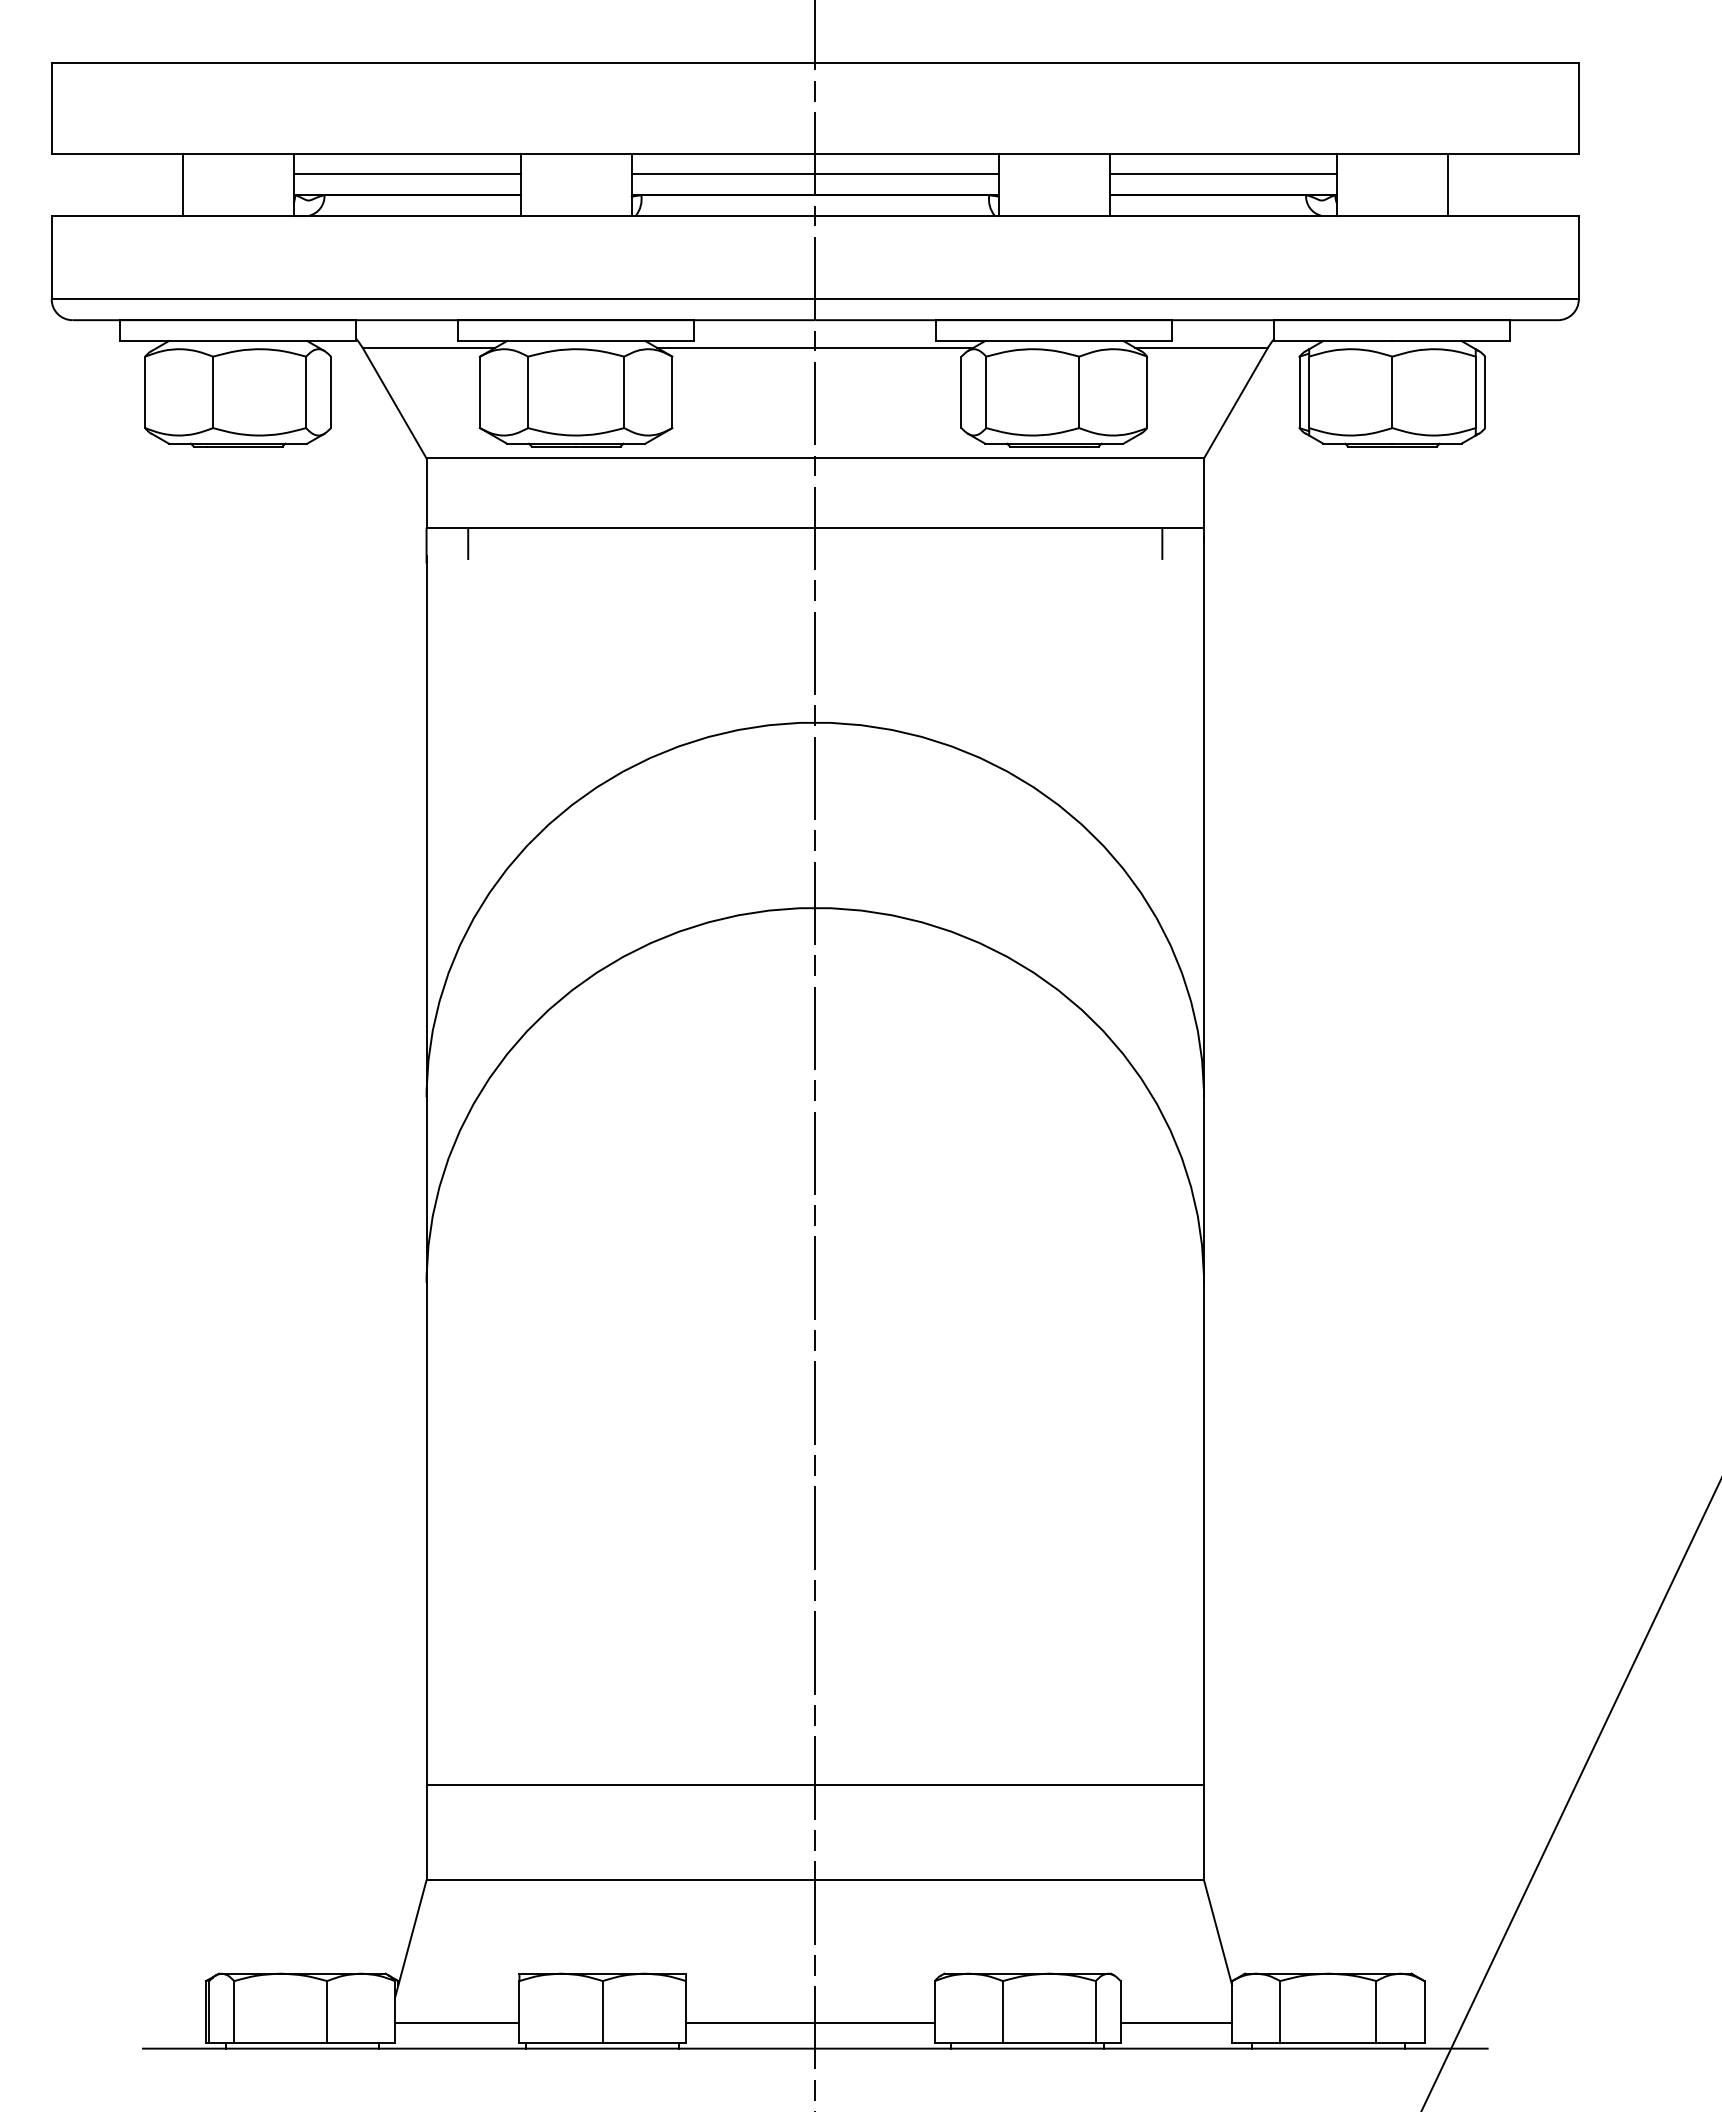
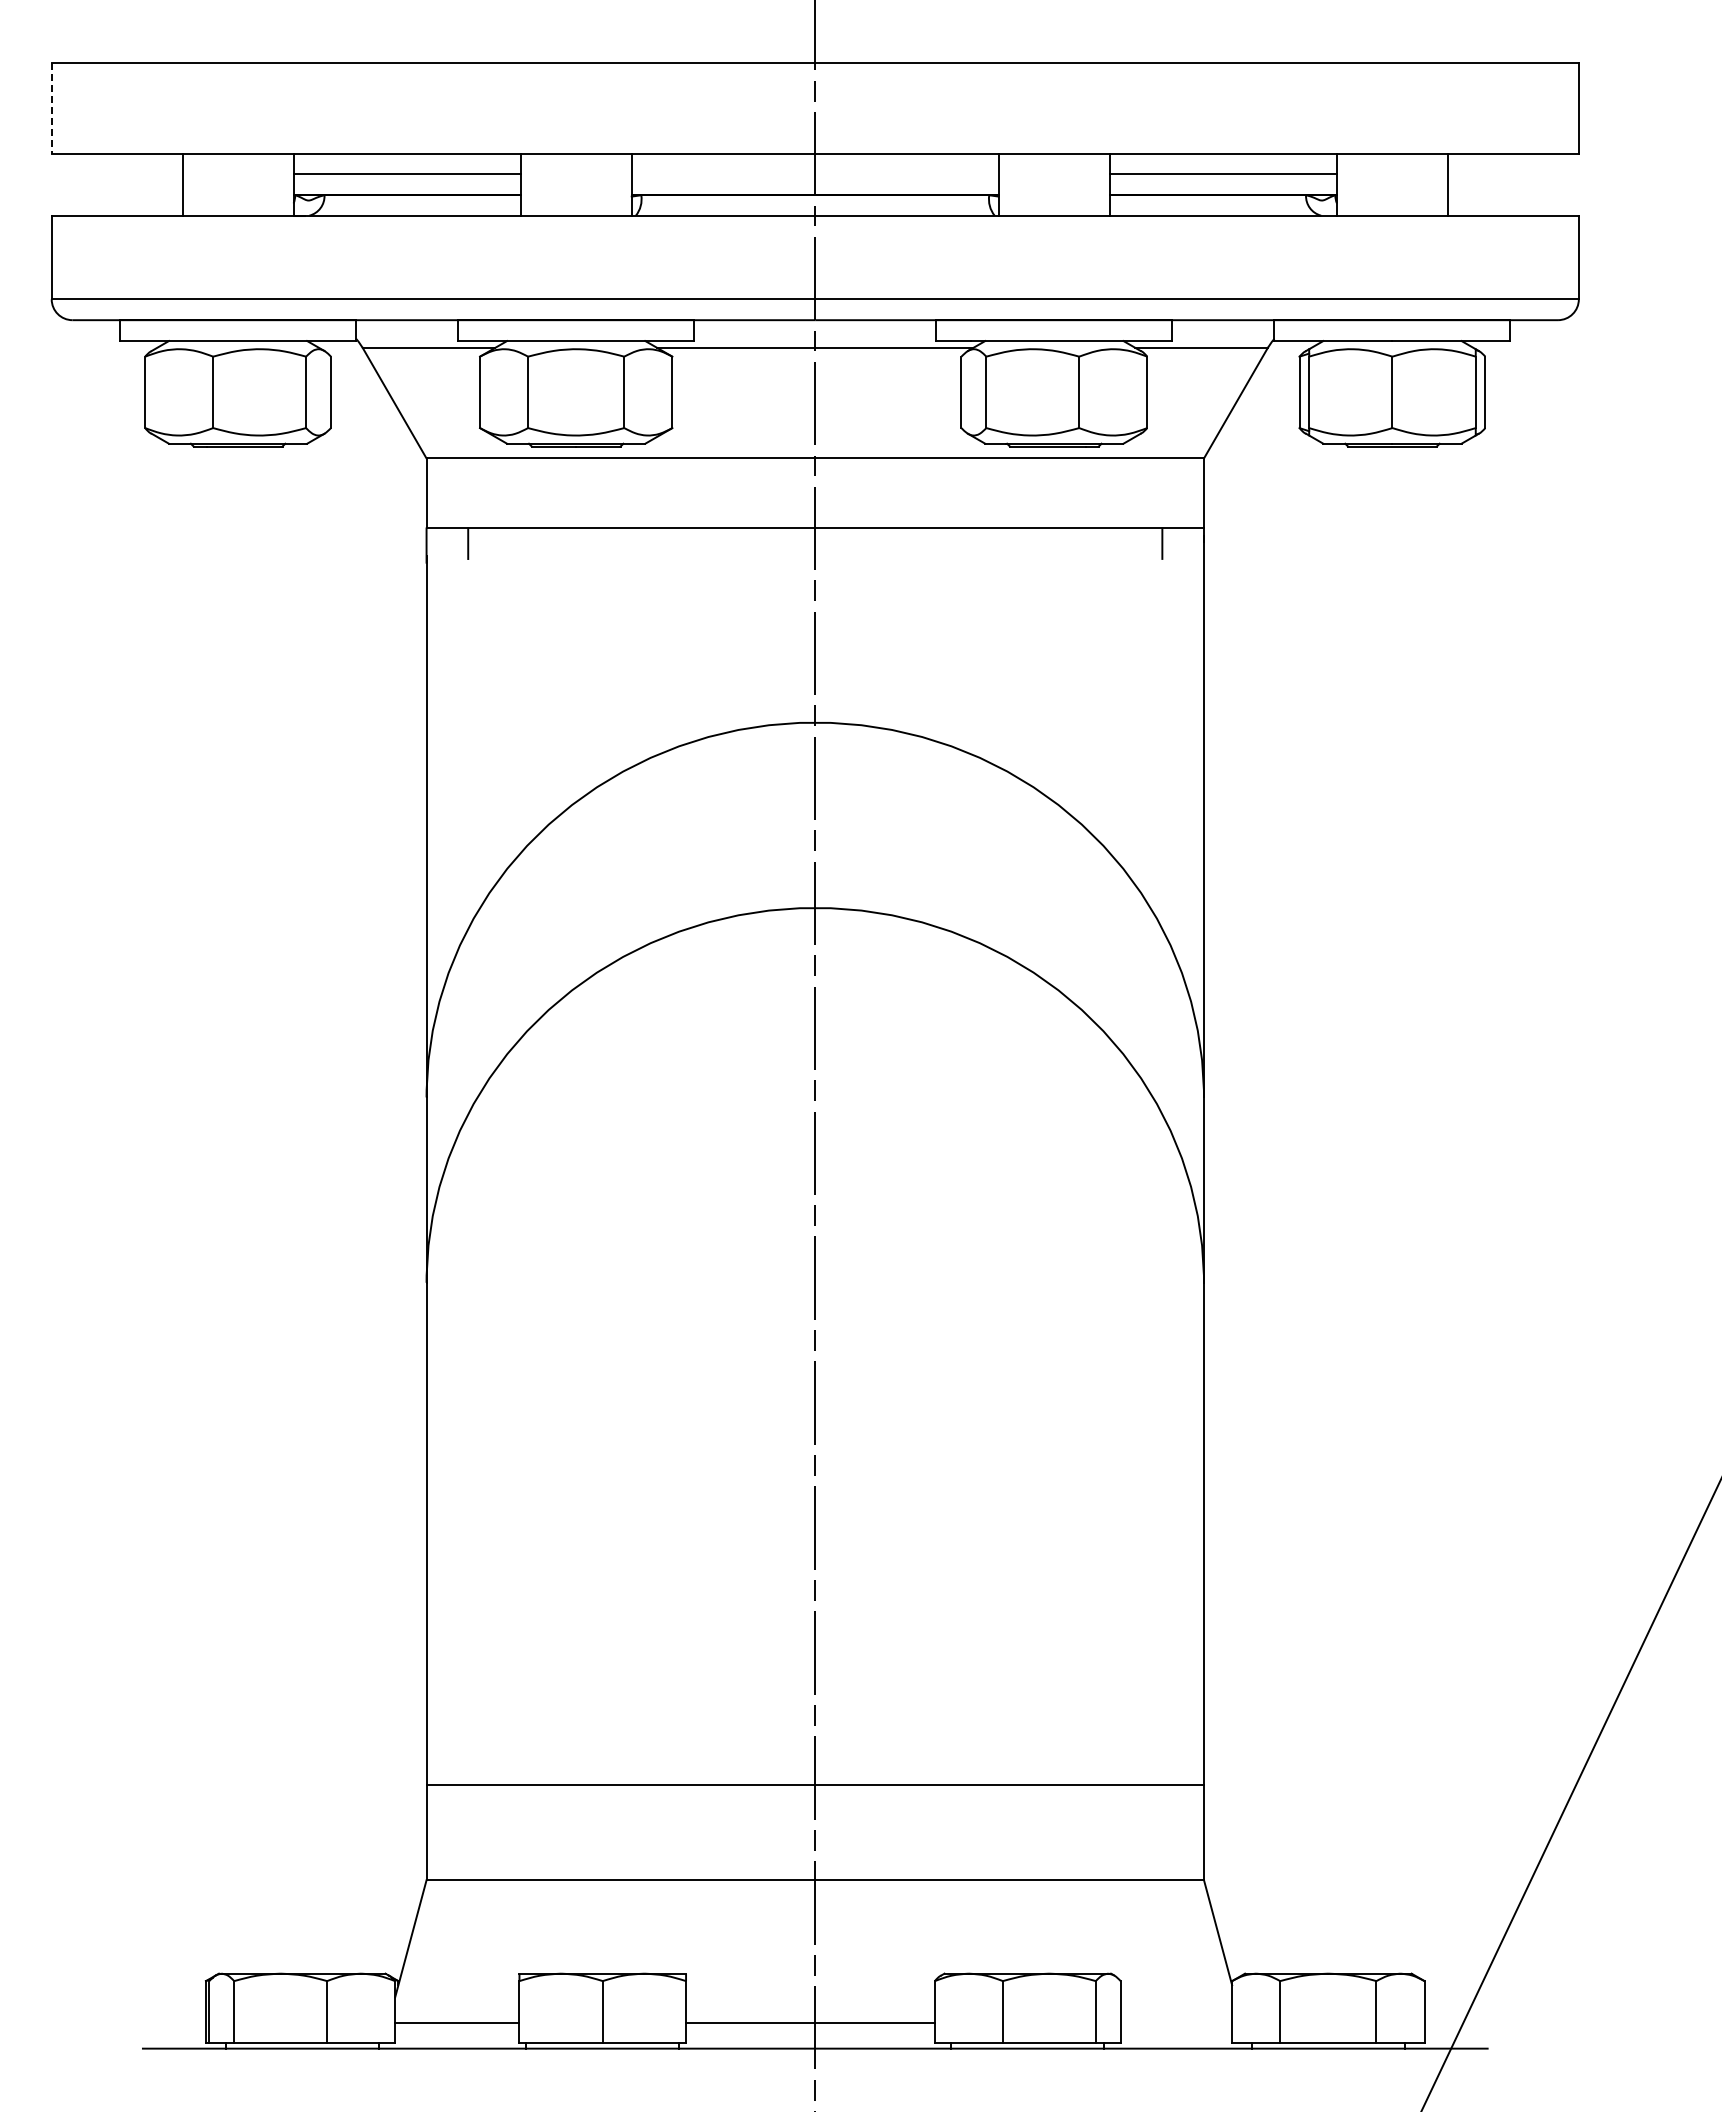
line at (51, 108): solid -> dashed
line at (814, 174): present -> none
line at (1176, 2022): present -> none
